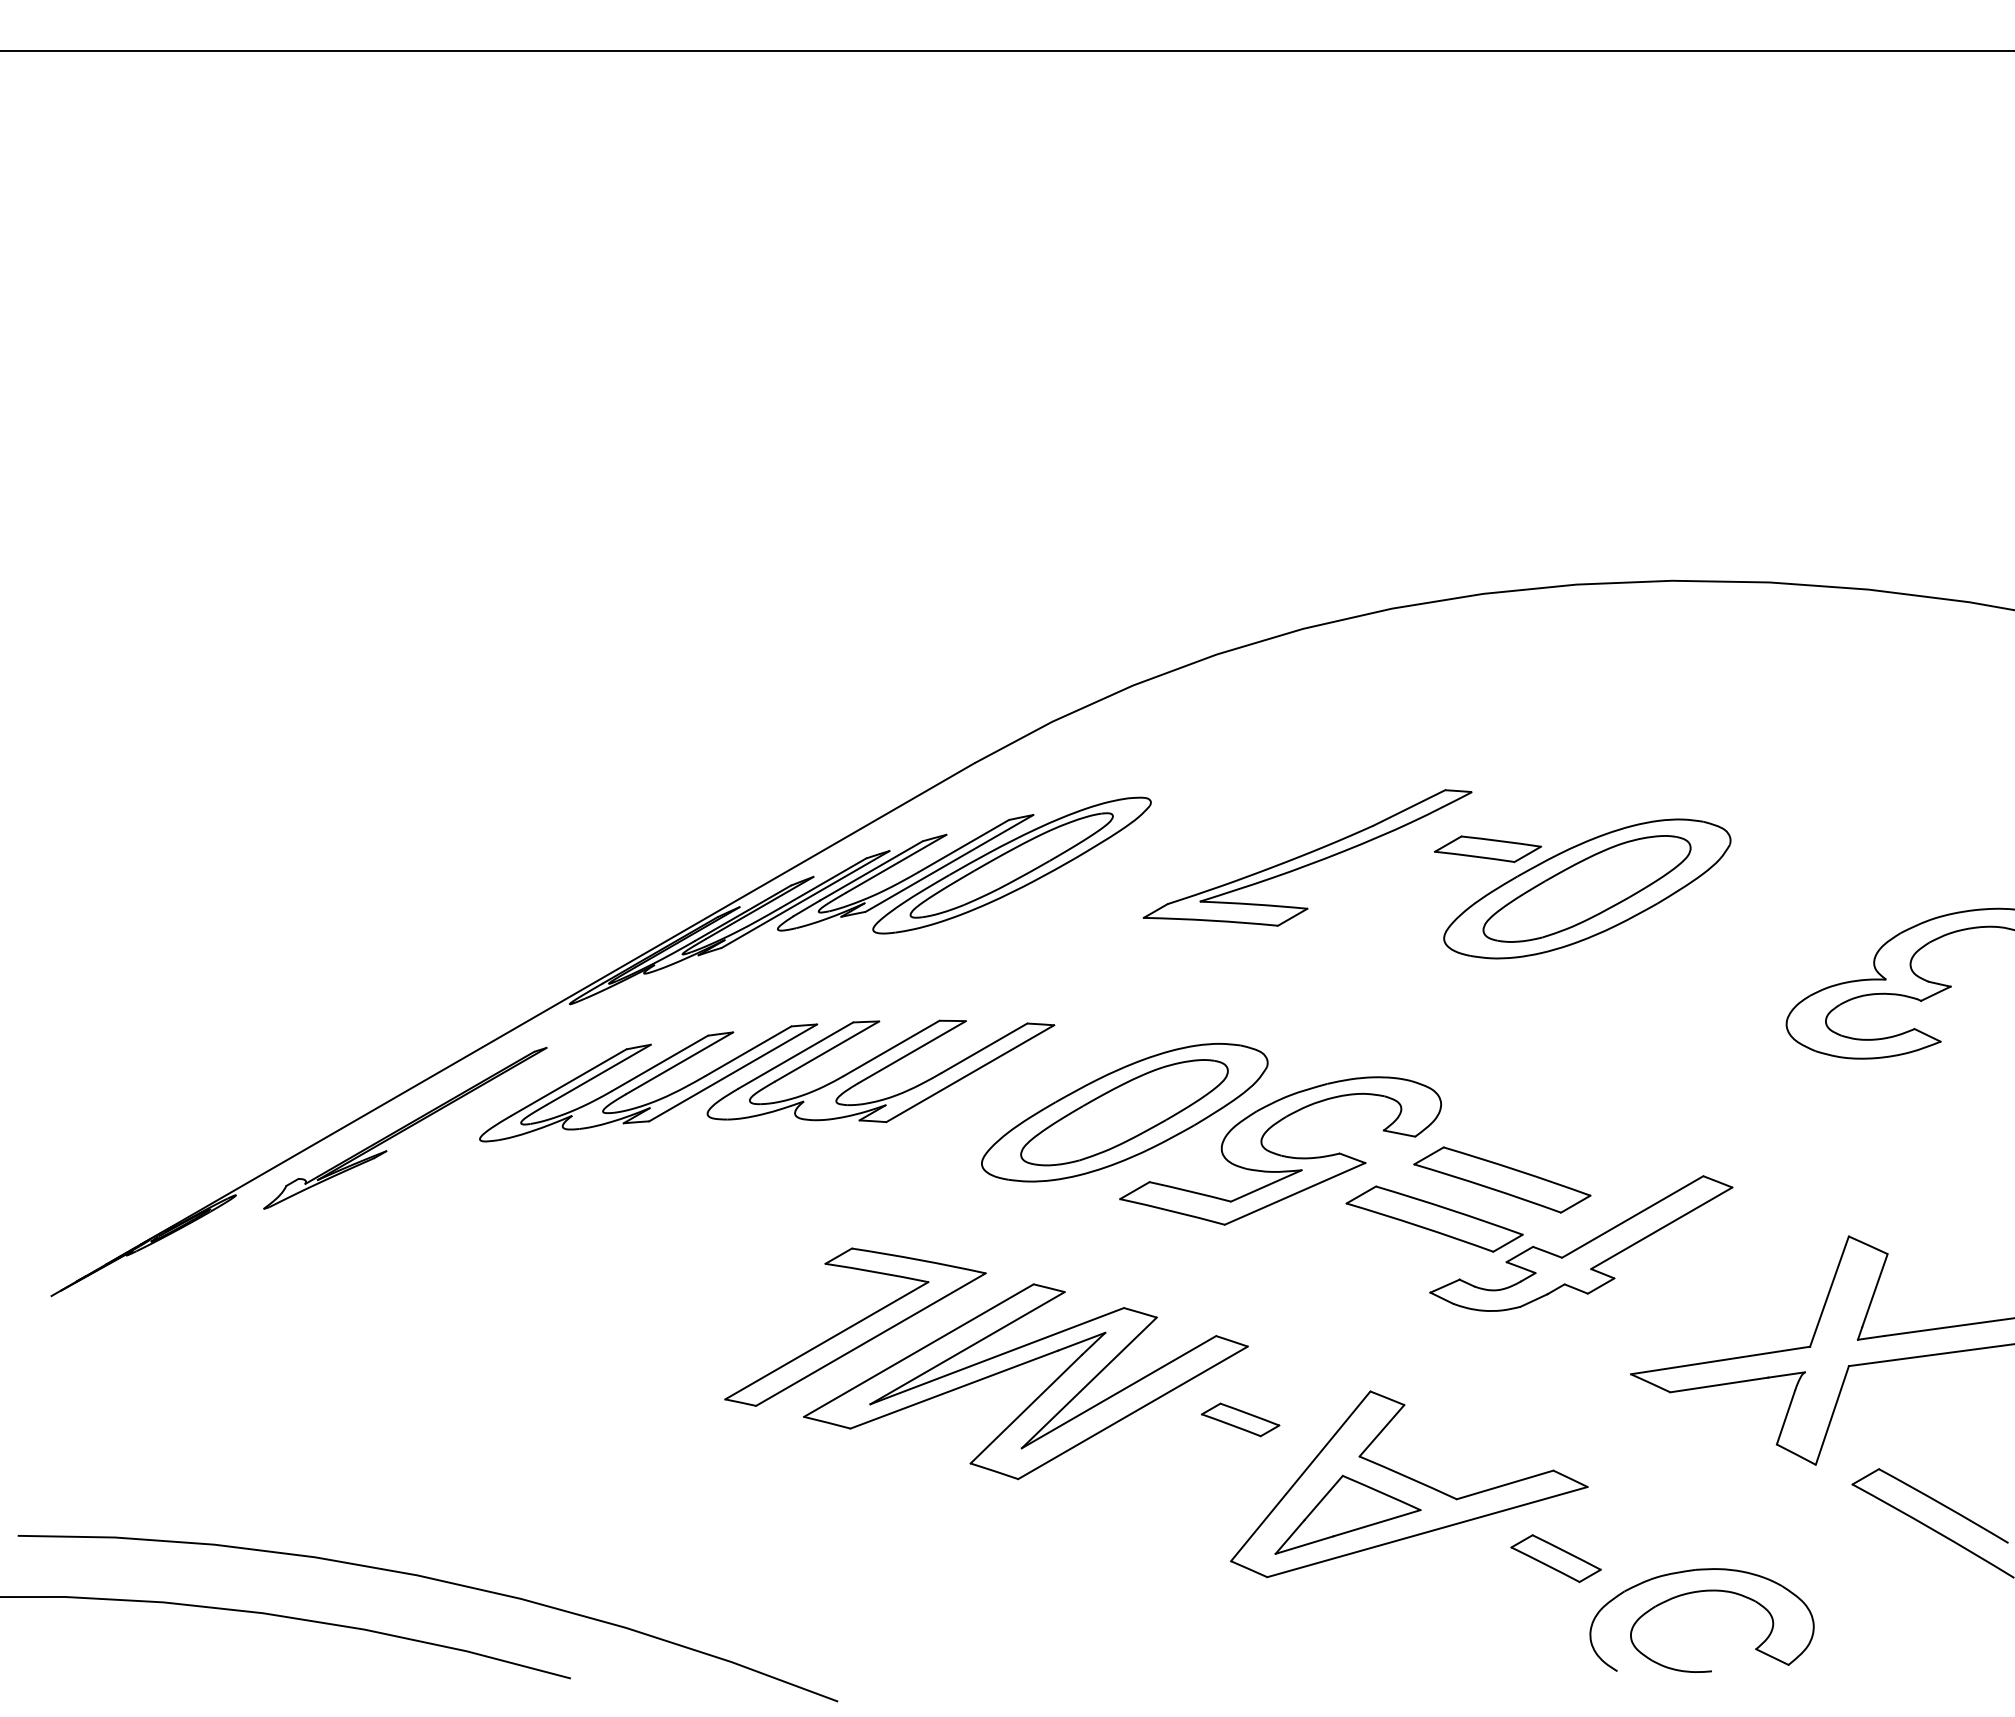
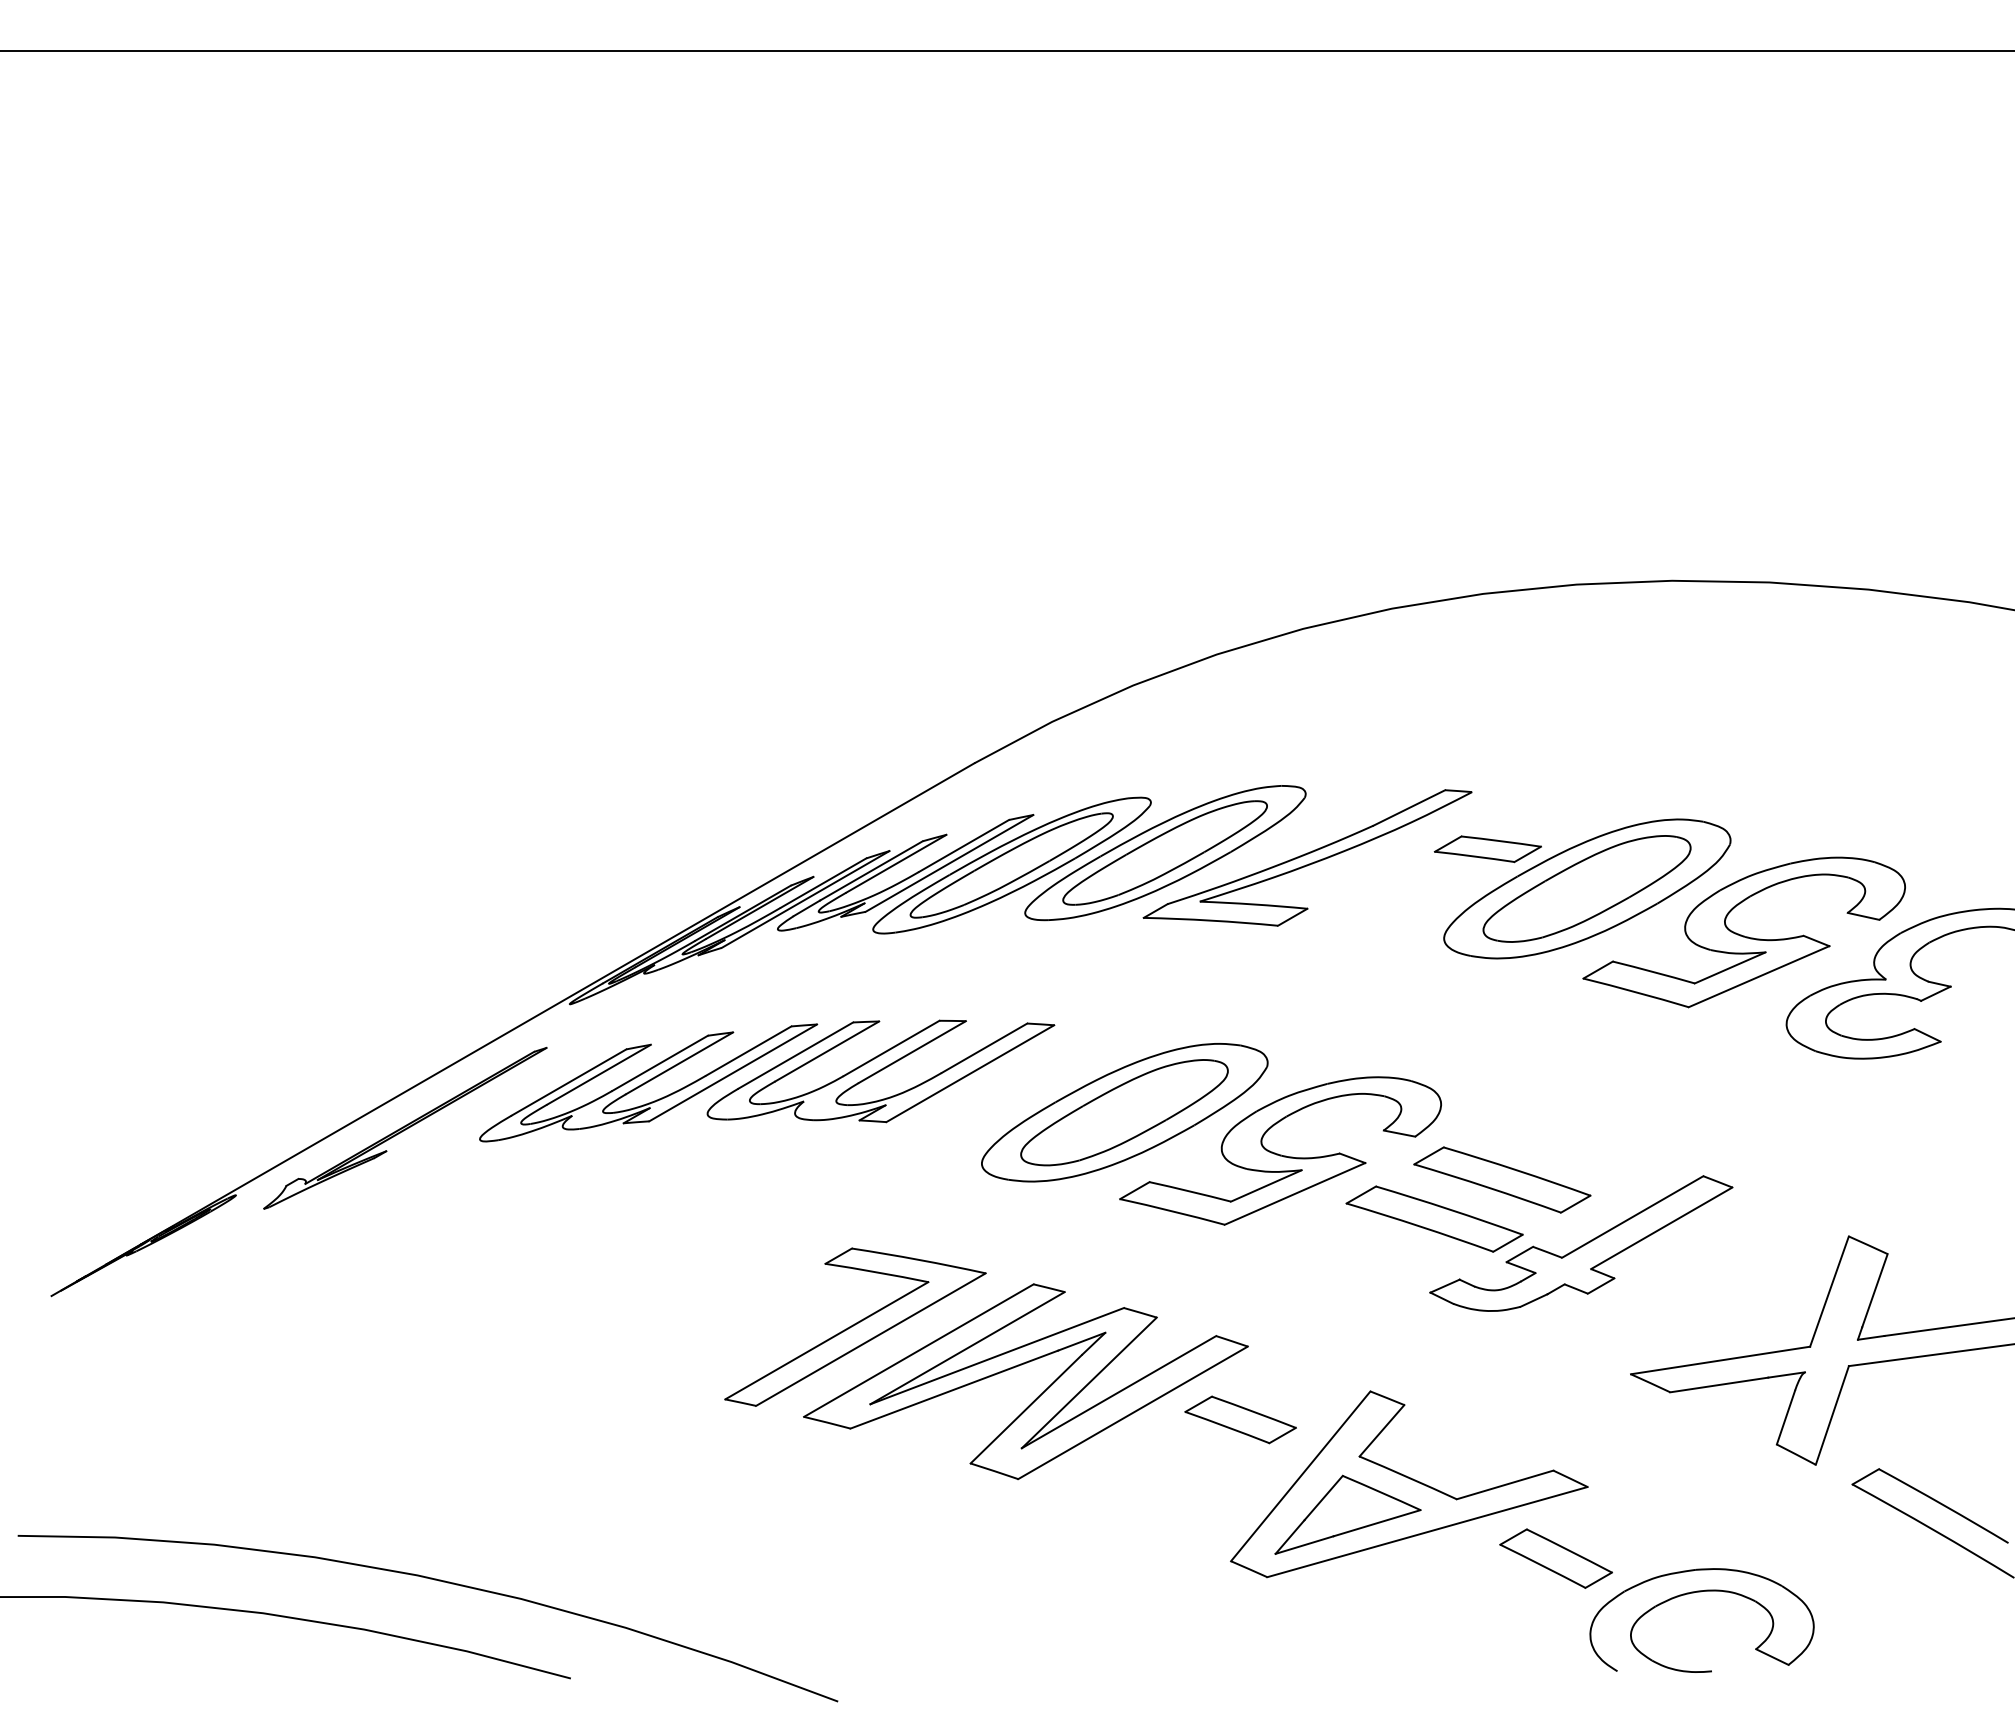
part at (1165, 853): none -> present
part at (1743, 932): none -> present
part at (1240, 1419) size: 81x36 px -> 113x50 px
part at (1555, 1558) size: 92x50 px -> 114x61 px
